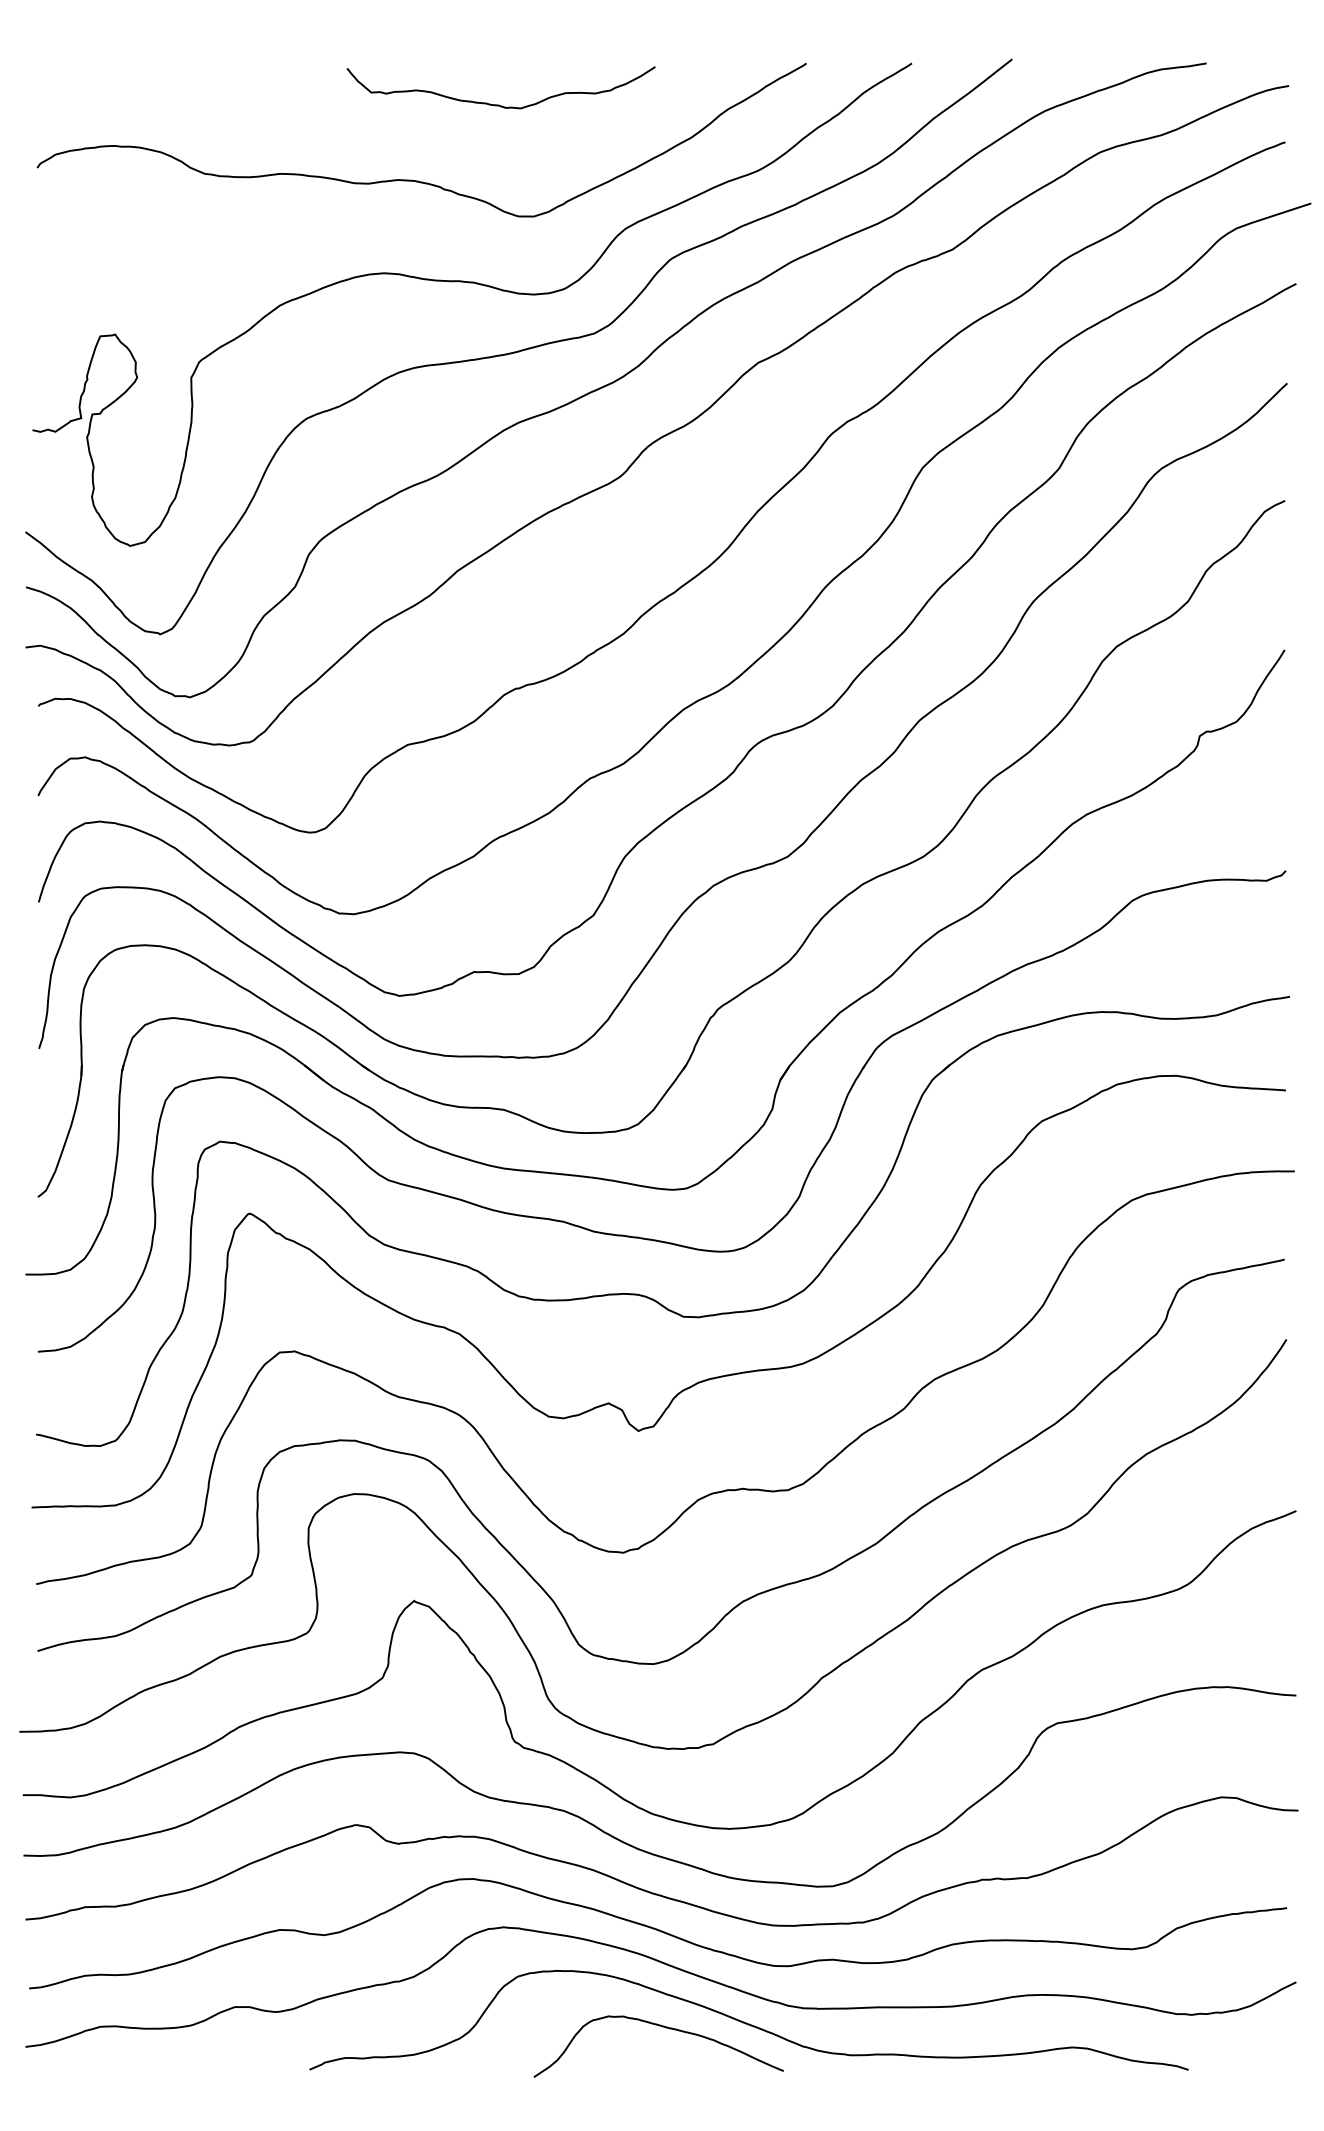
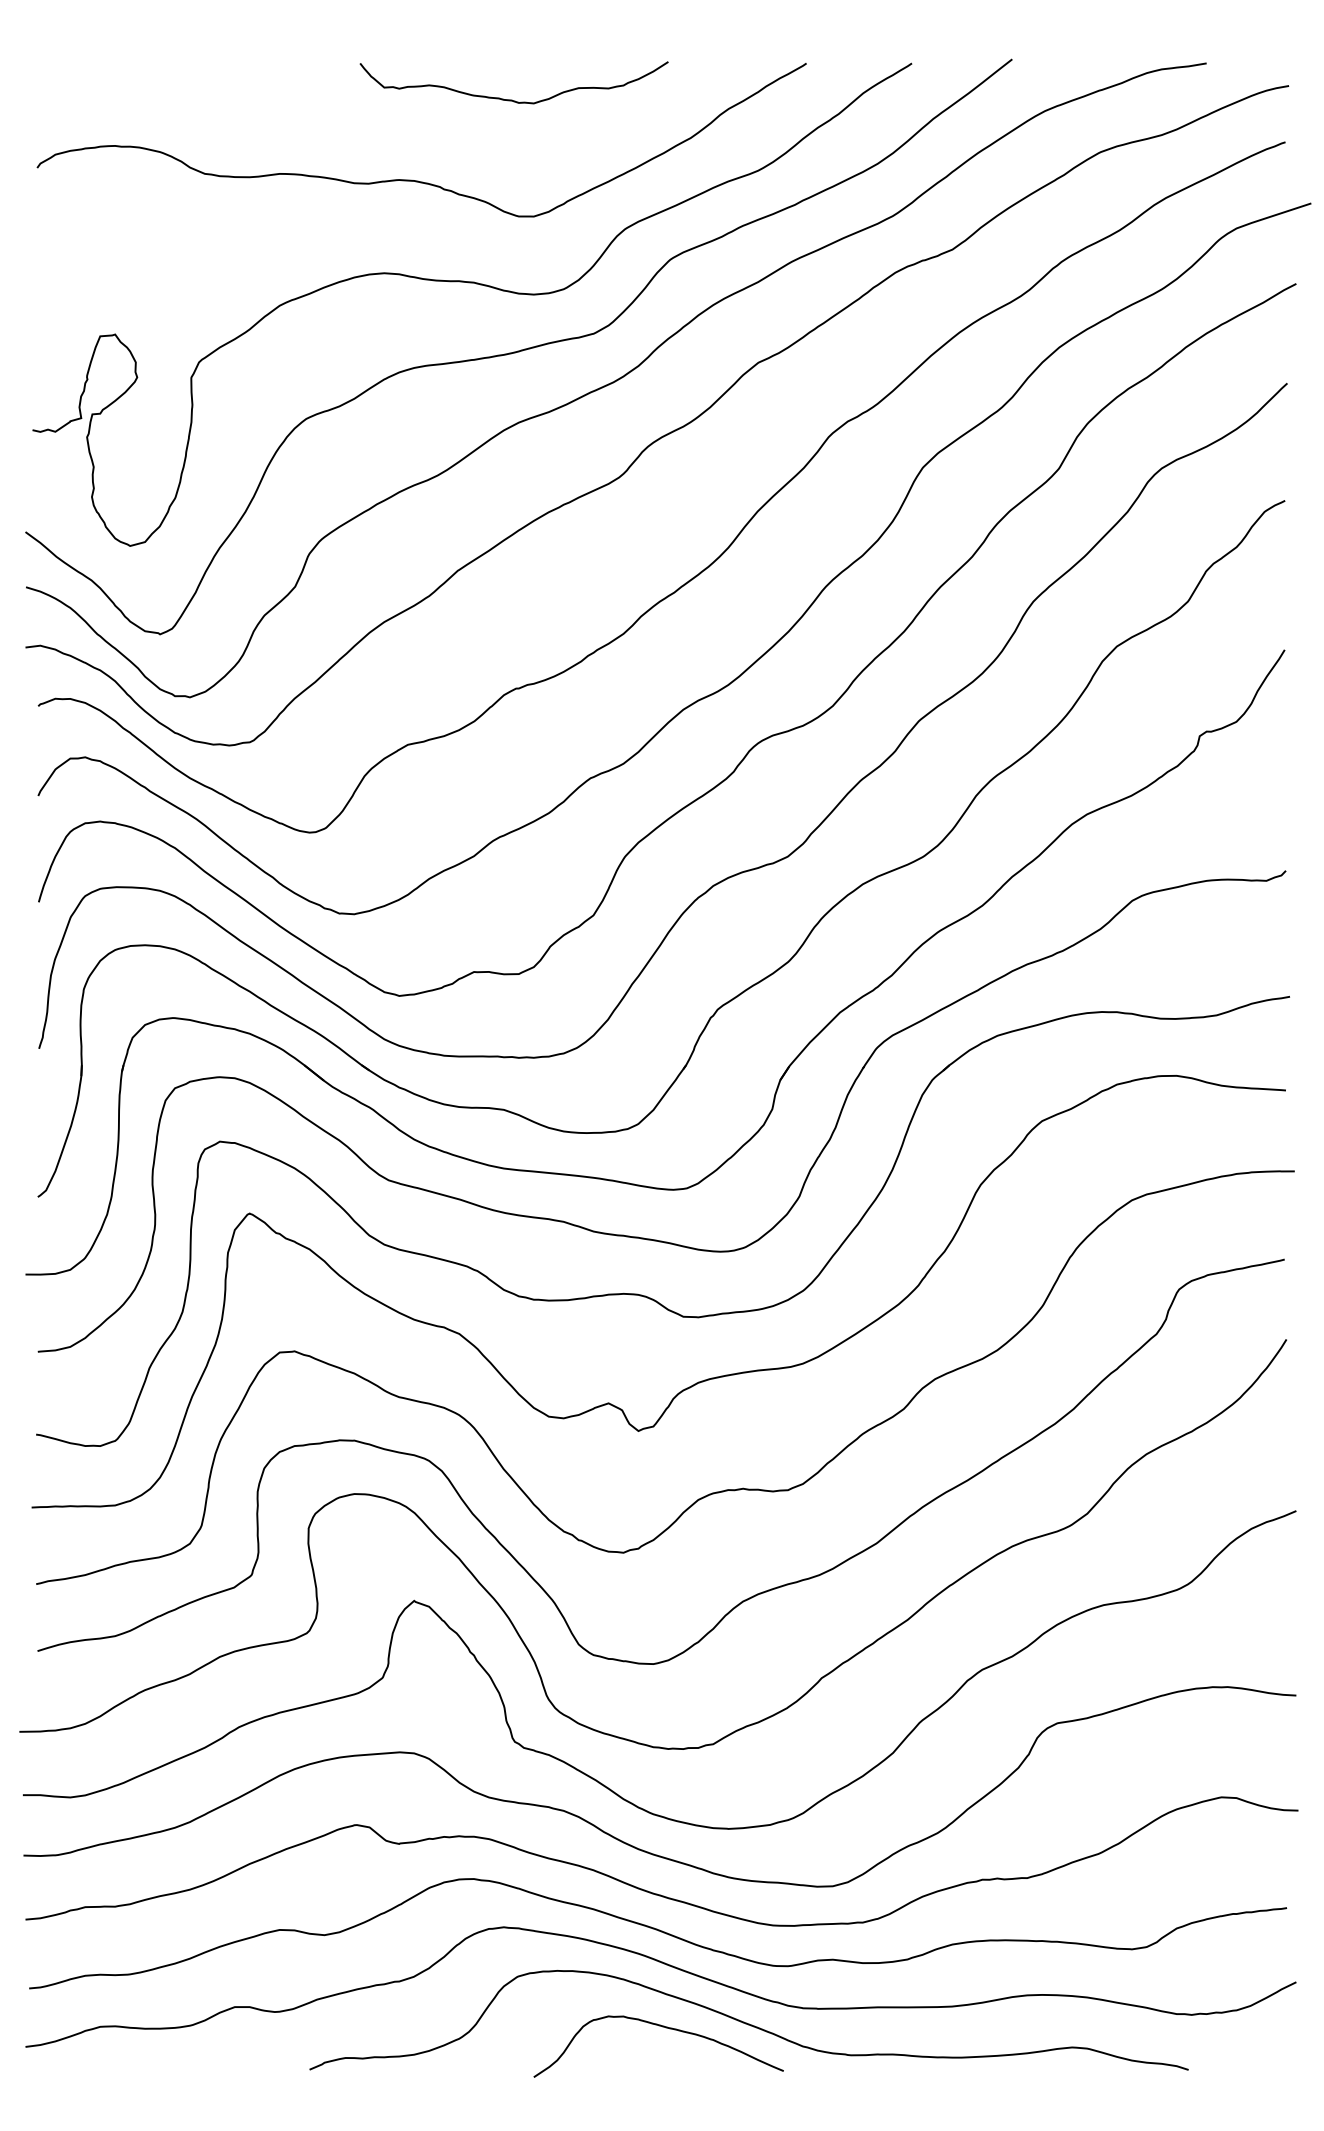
curve at (499, 104) position: (499, 104) -> (512, 99)
